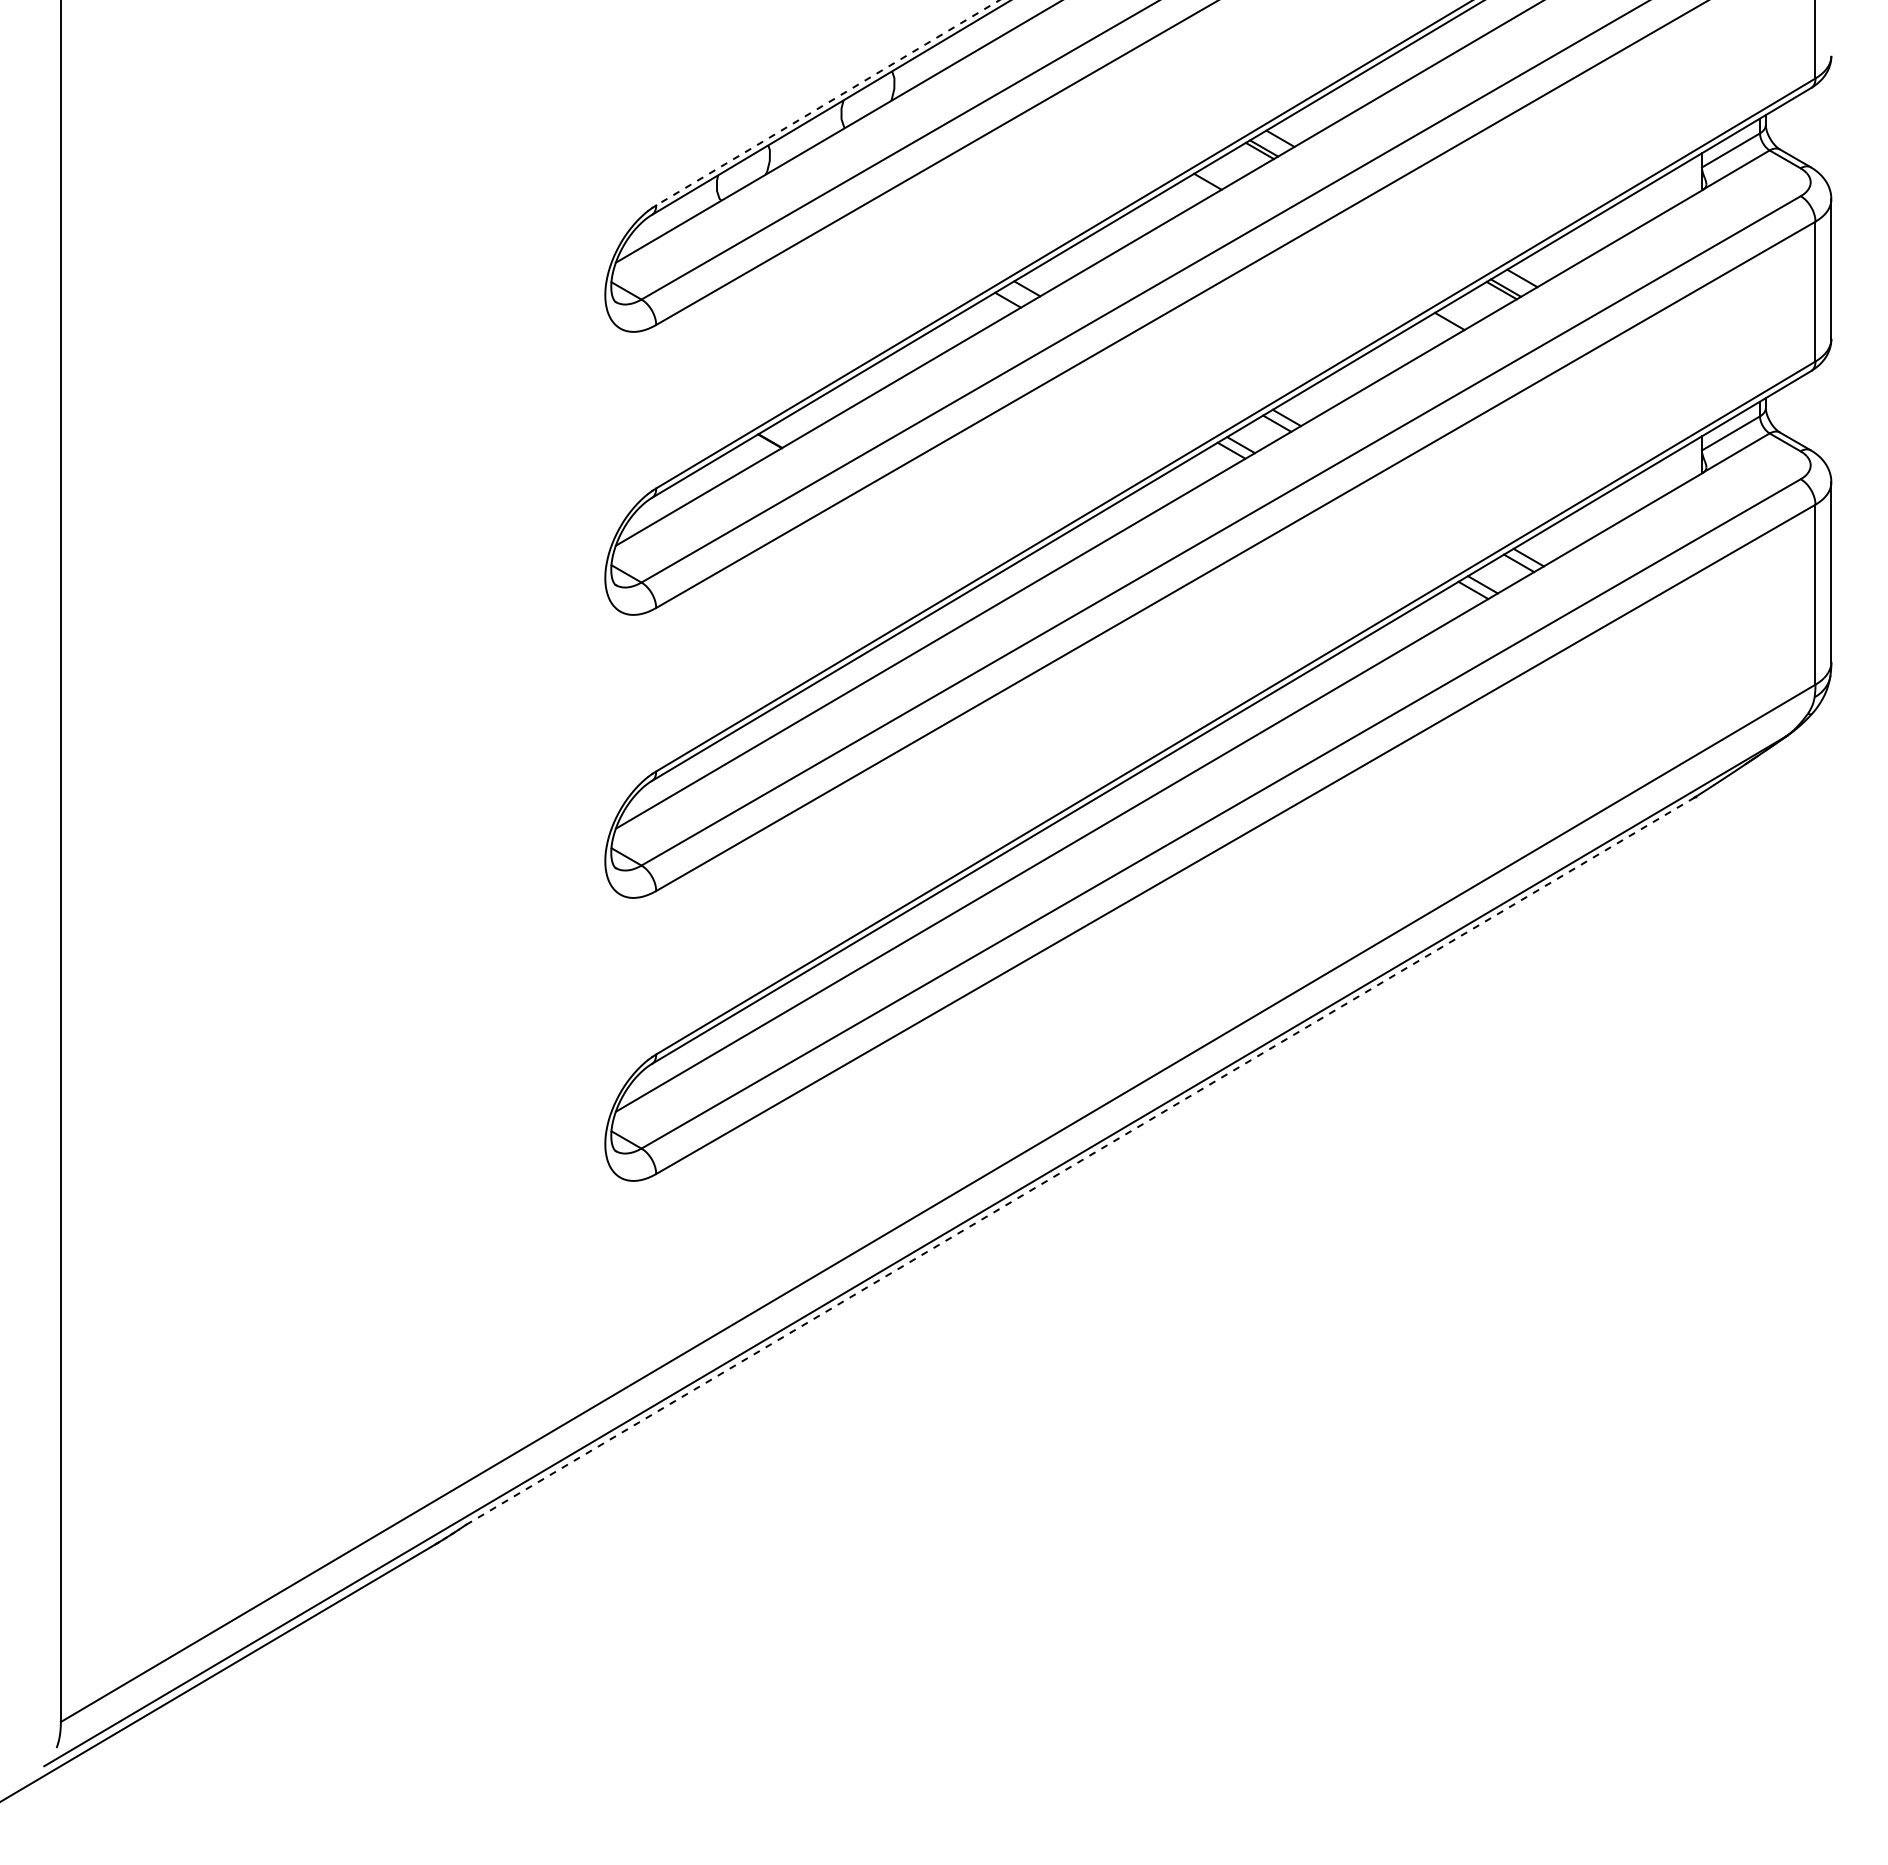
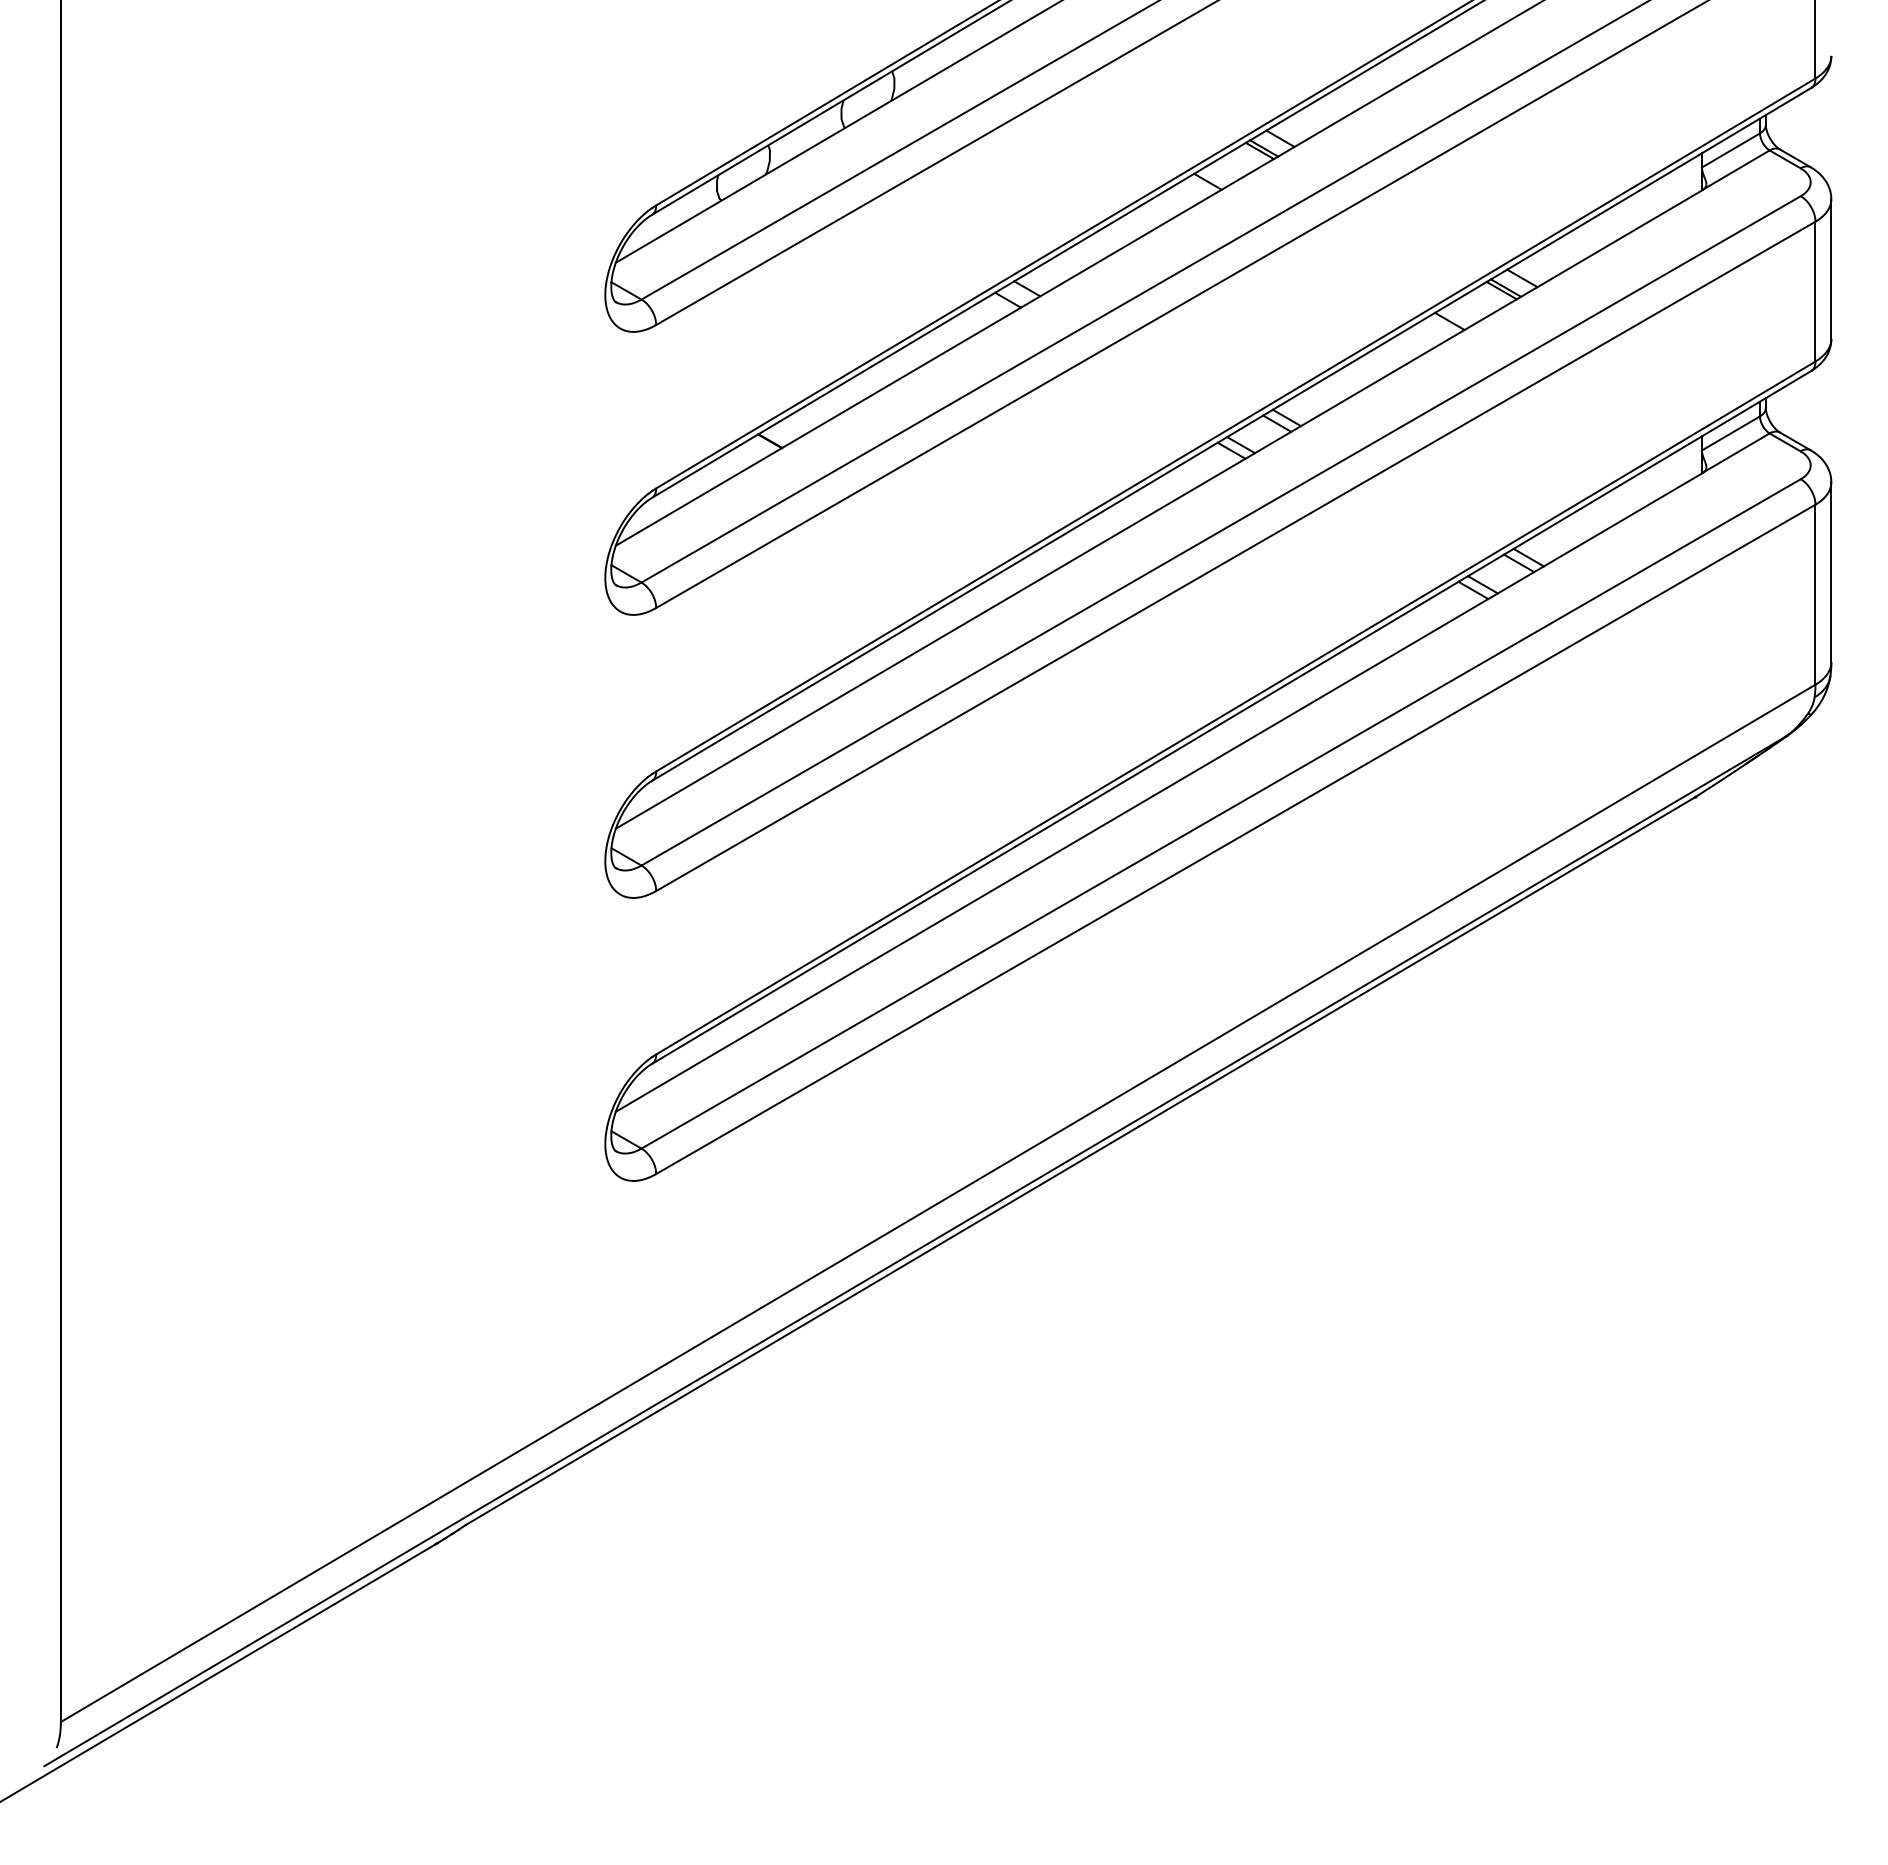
line at (827, 102): dashed -> solid
line at (1080, 1161): dashed -> solid
